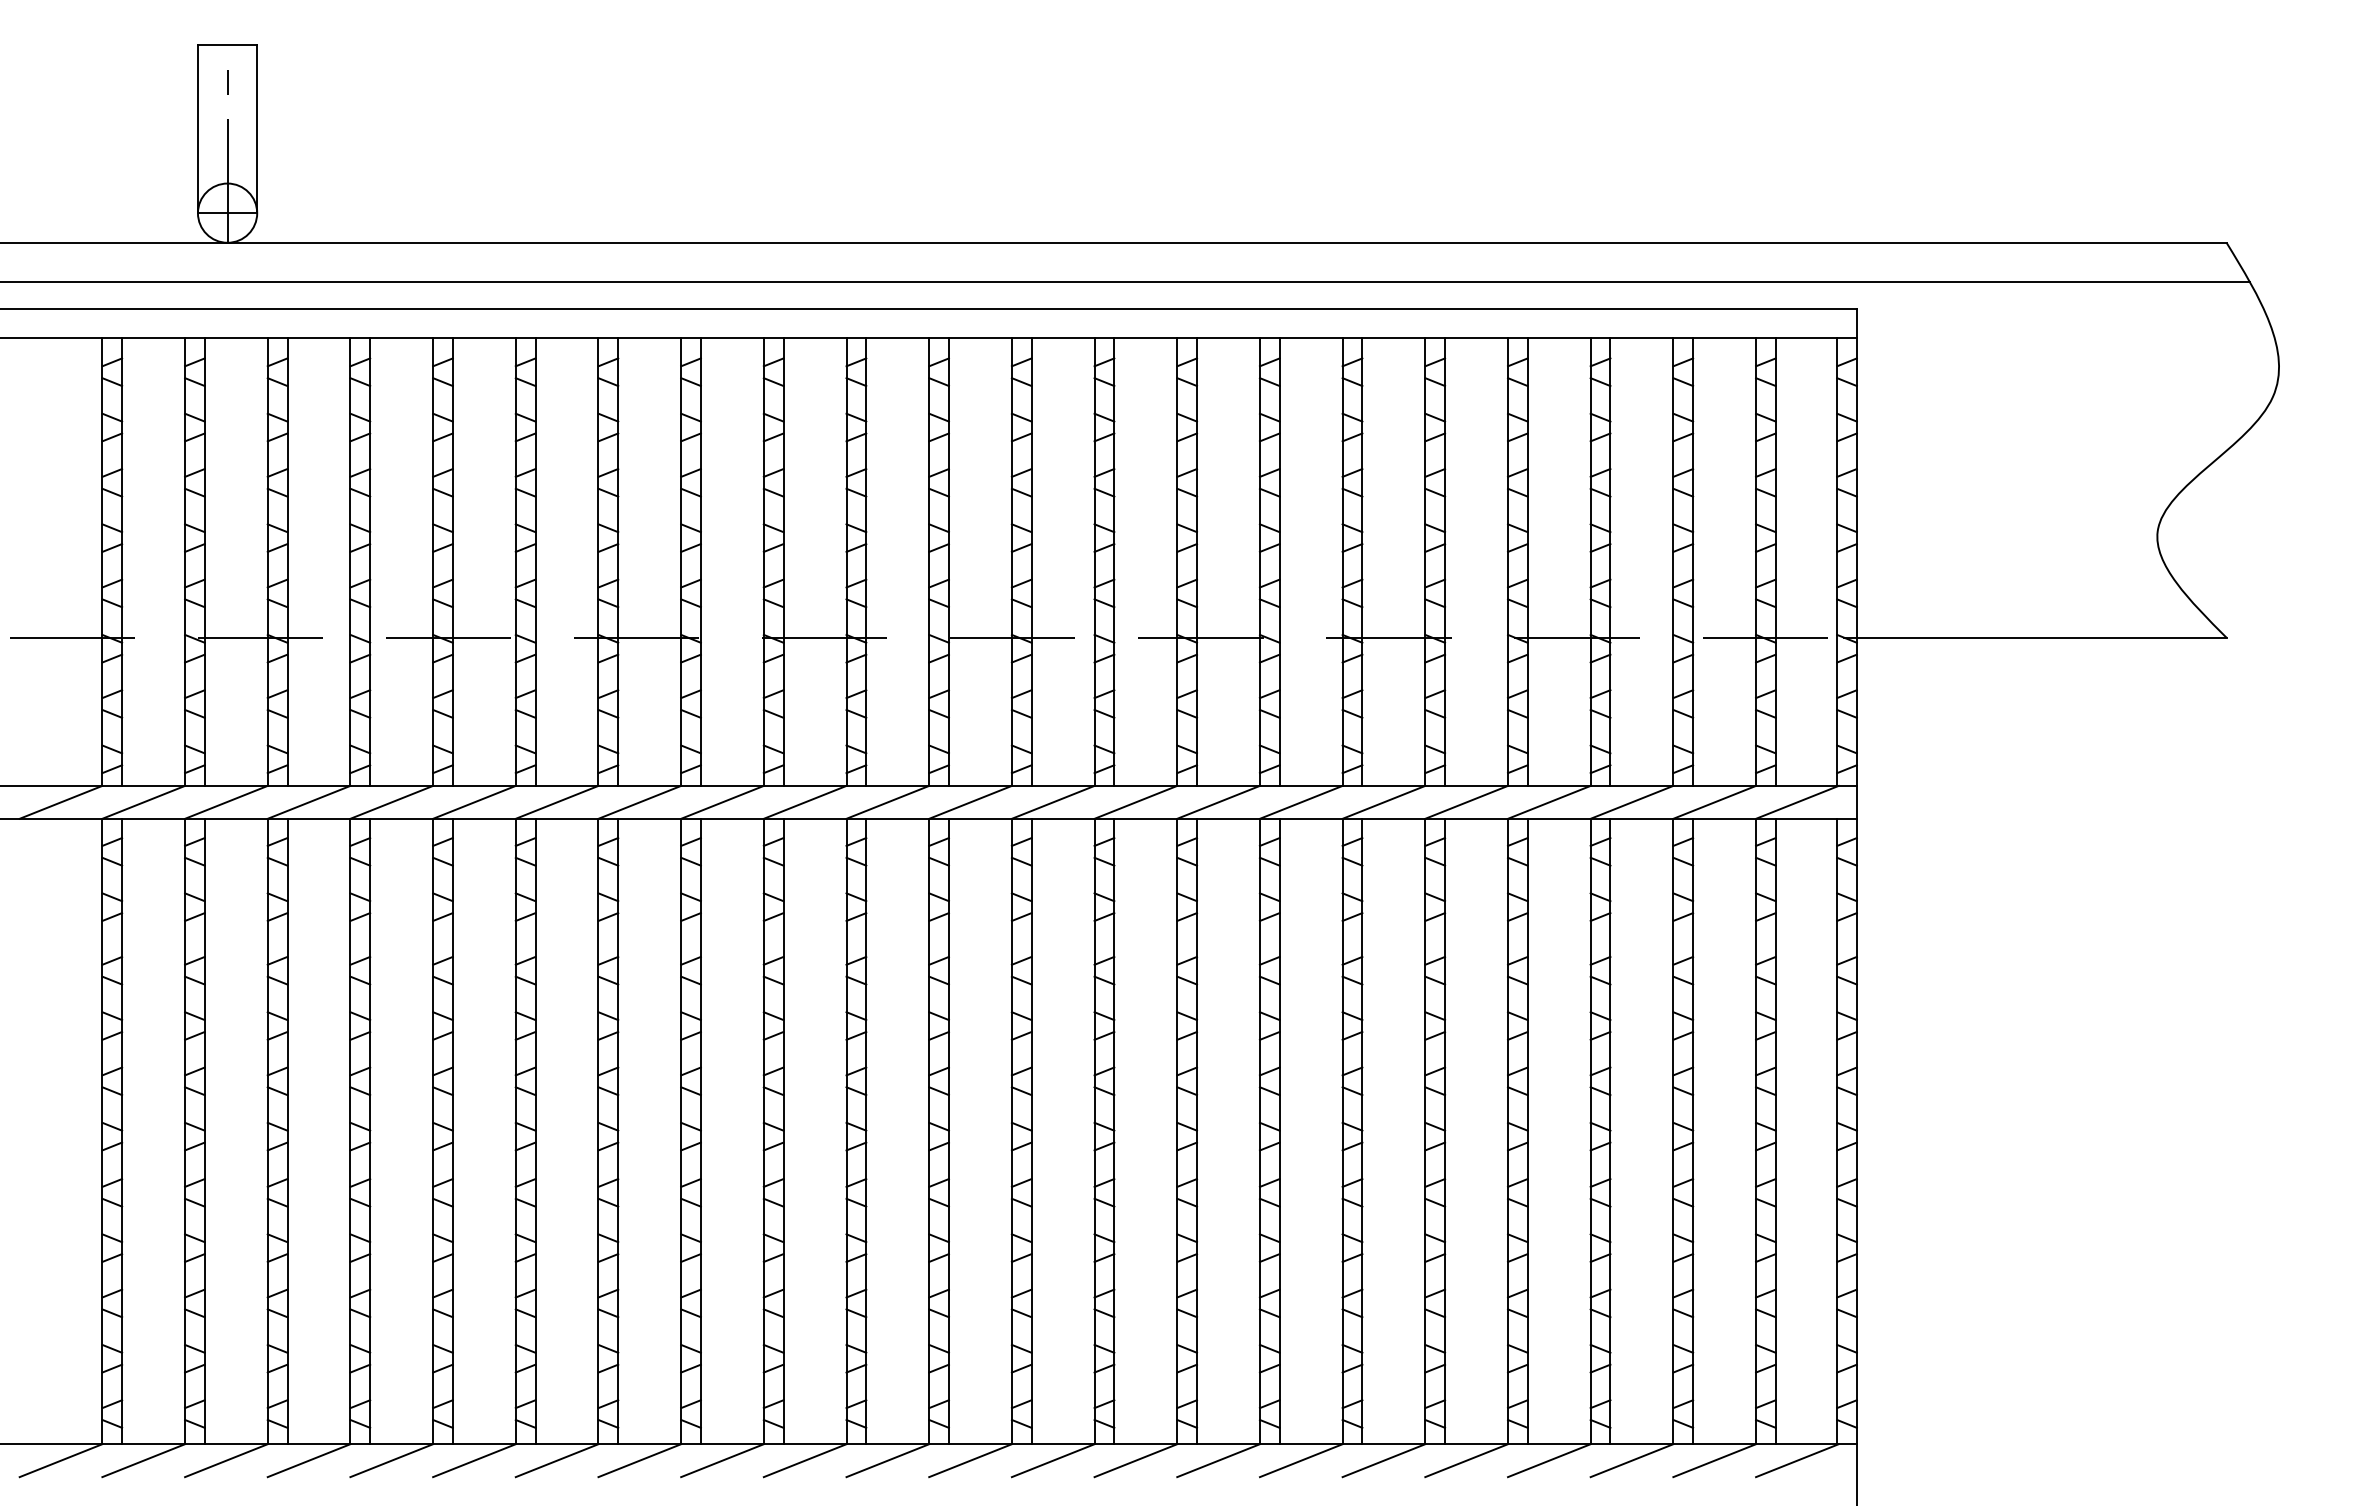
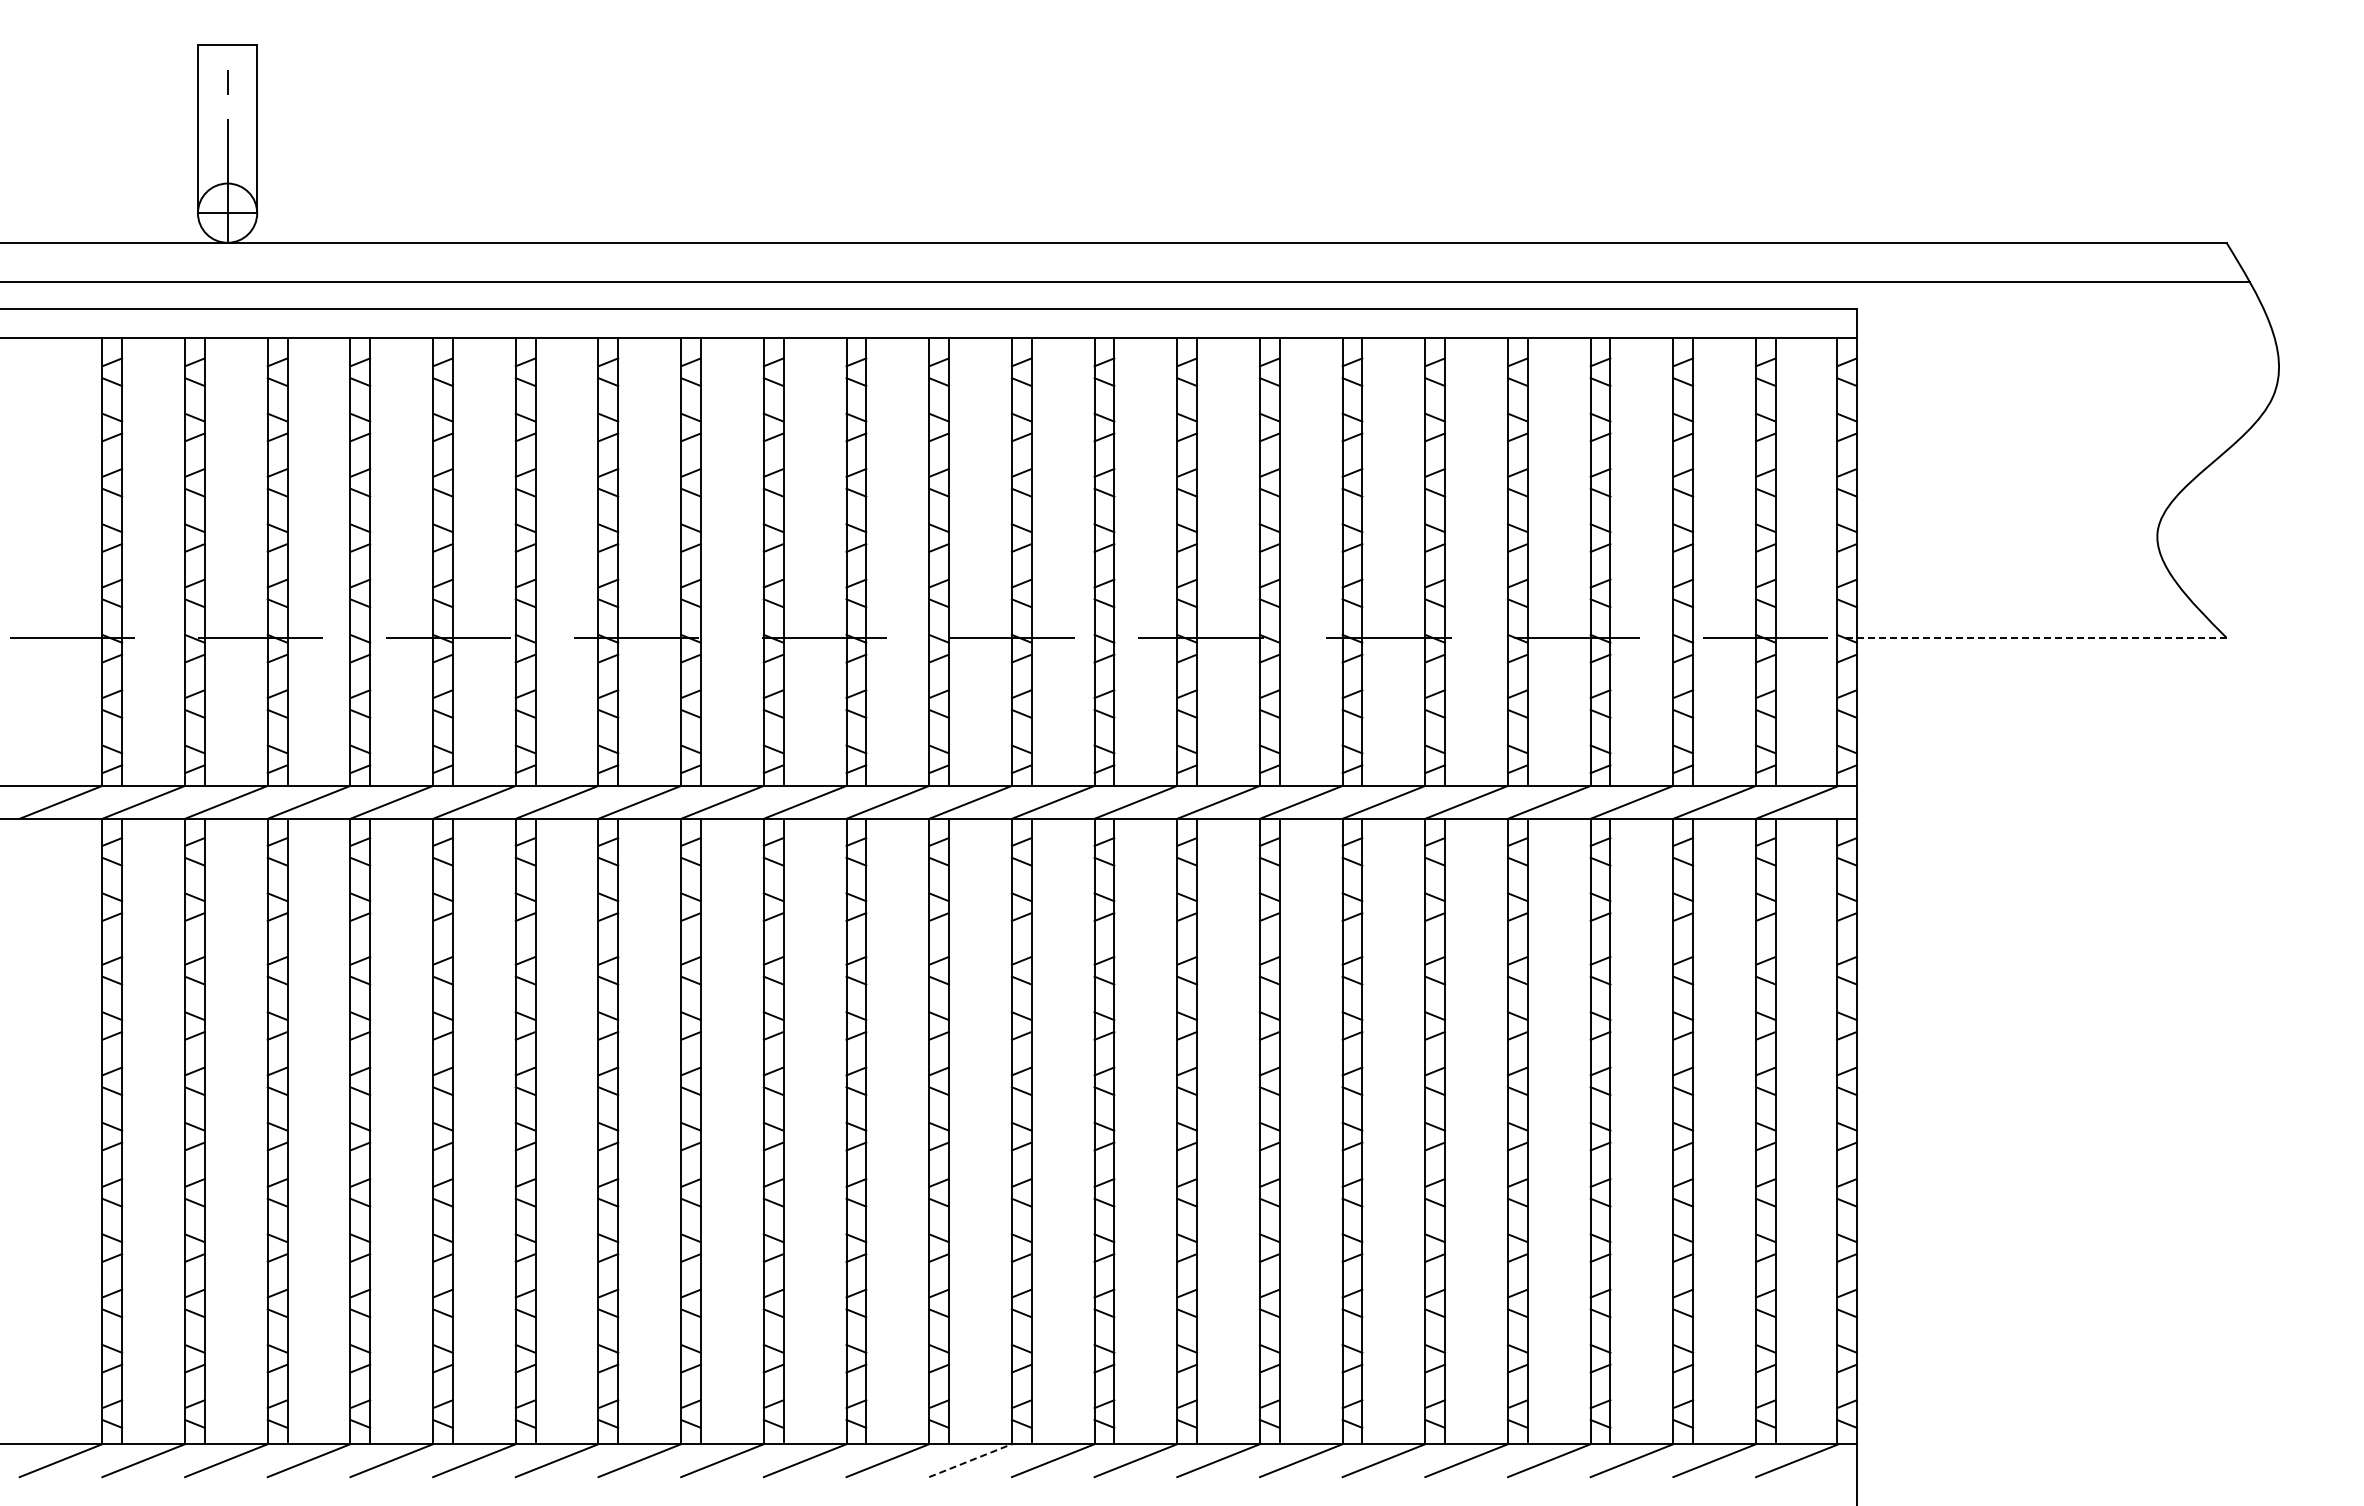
line at (2034, 637): solid -> dashed
line at (971, 1460): solid -> dashed
